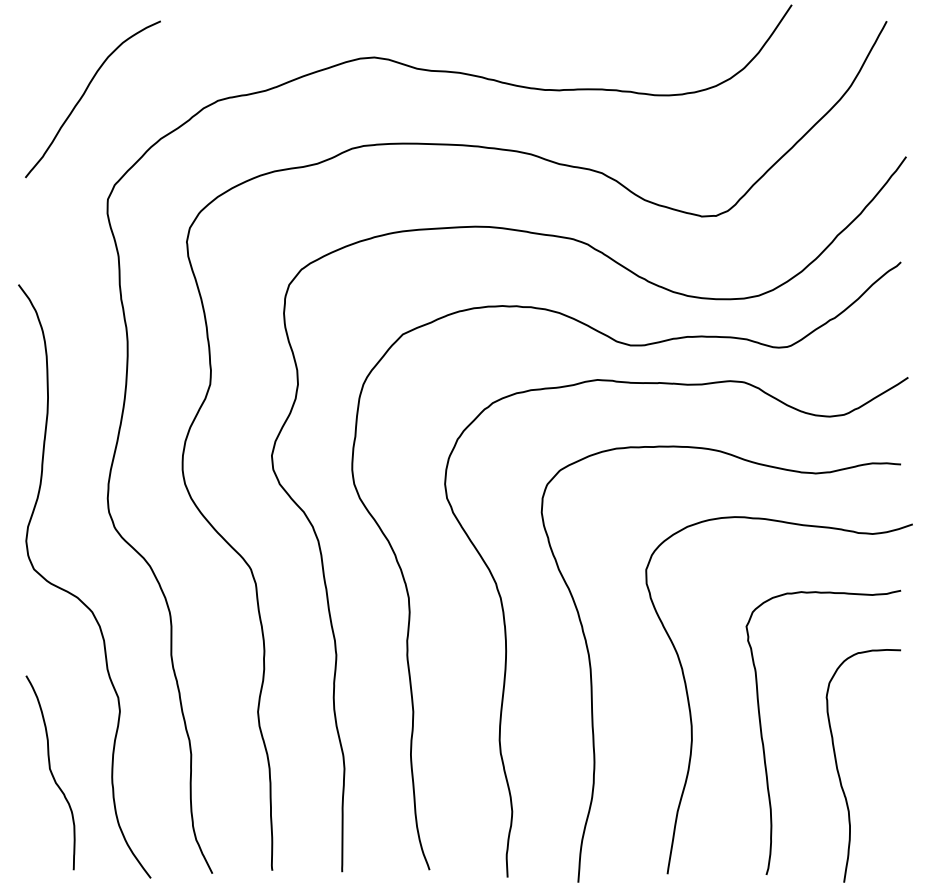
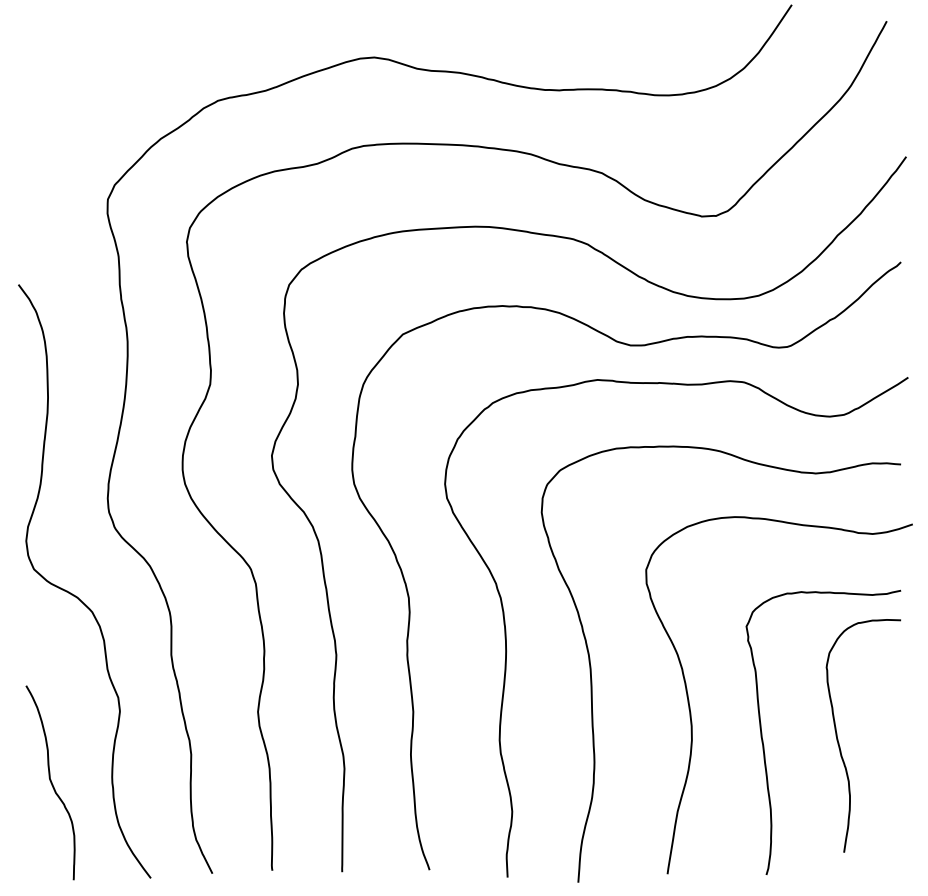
curve at (85, 93): present -> none
curve at (50, 772) position: (50, 772) -> (50, 782)
curve at (839, 772) position: (839, 772) -> (839, 742)
